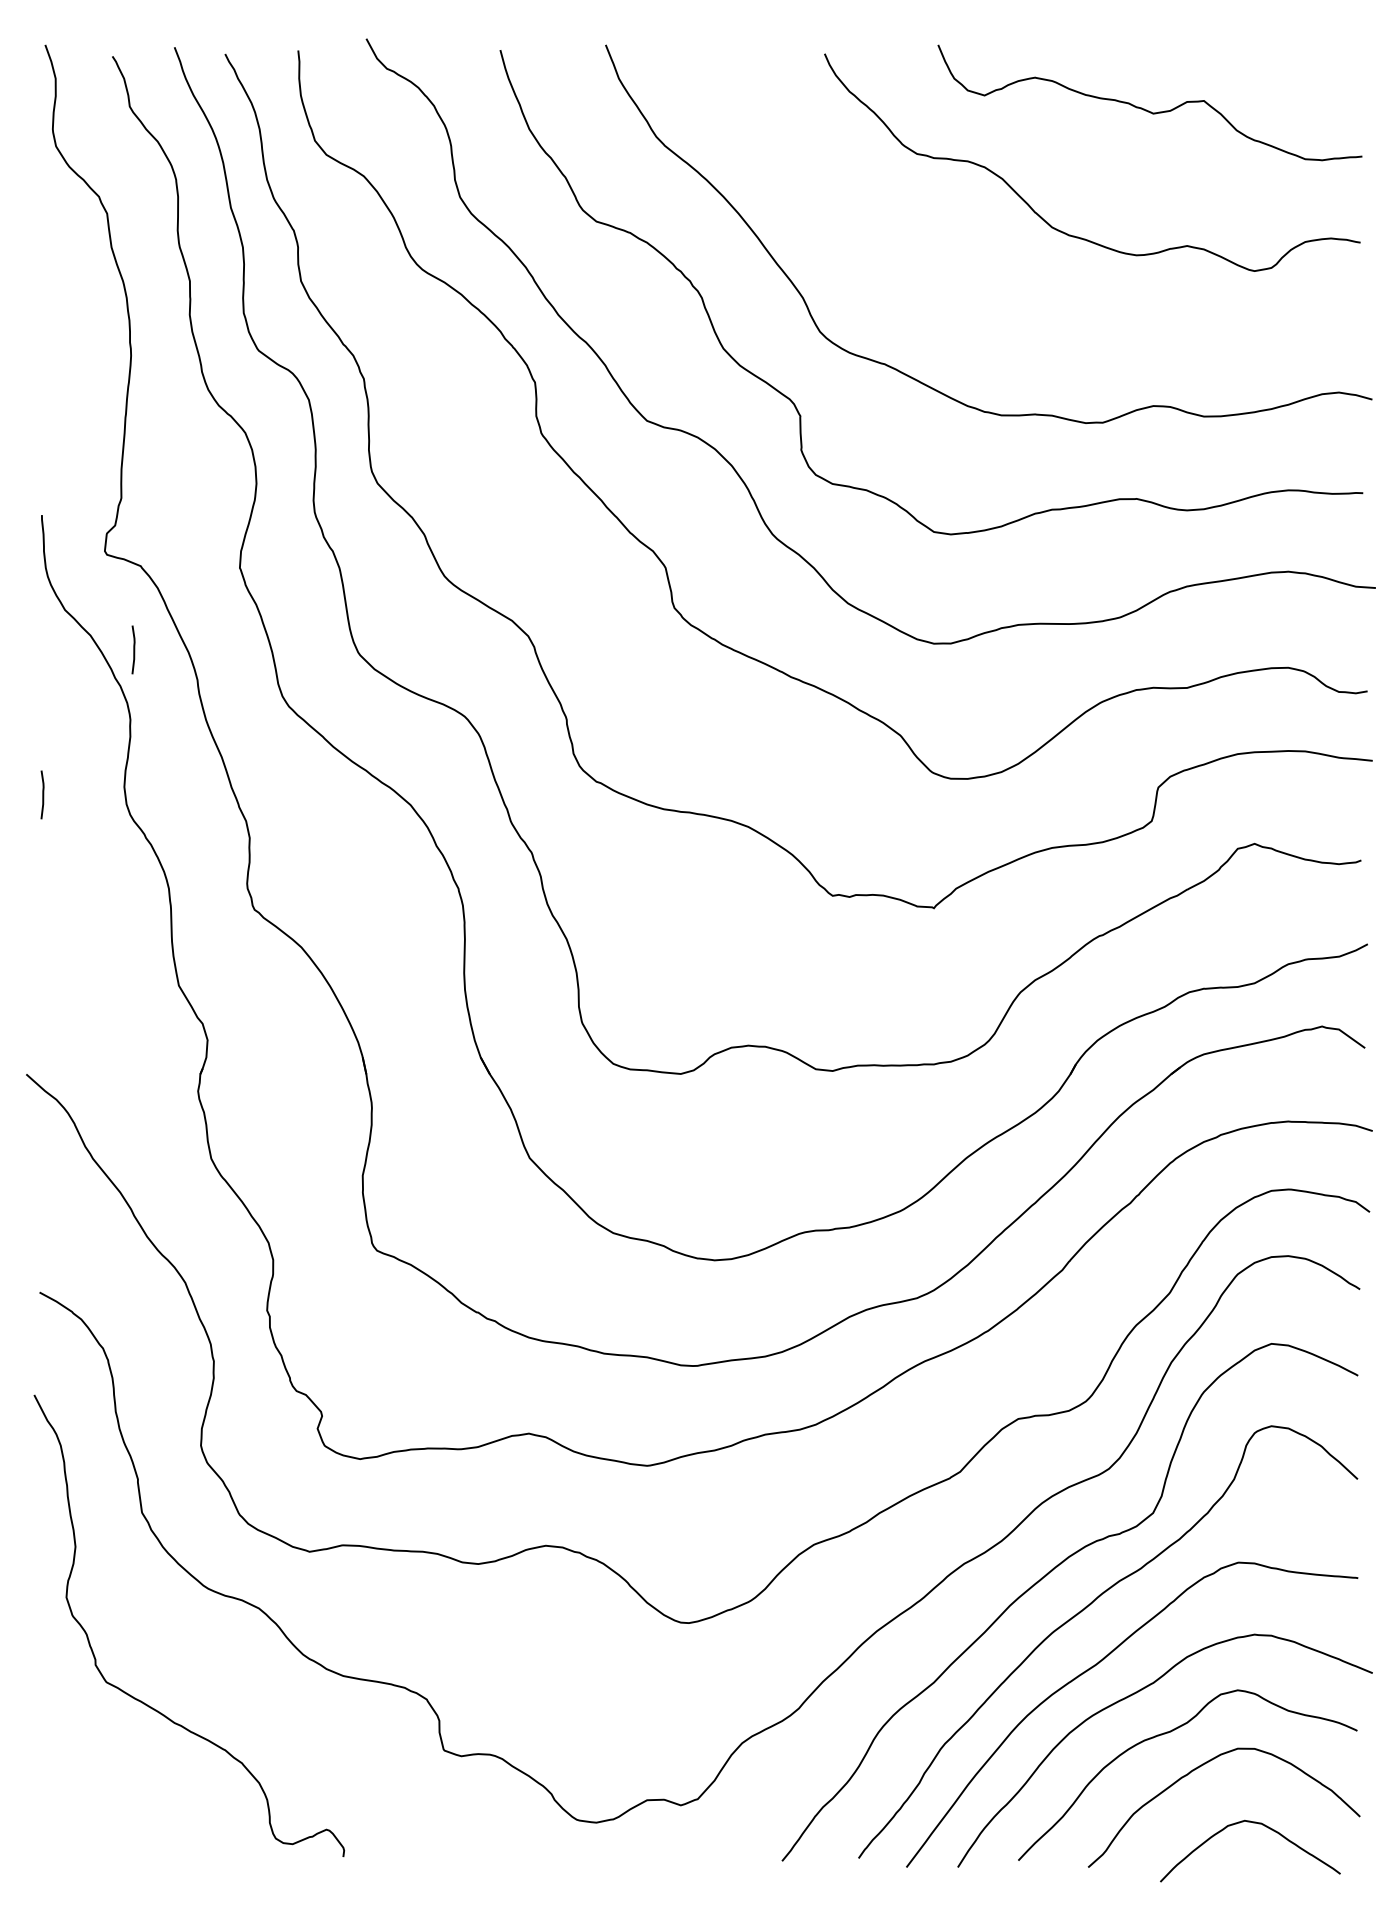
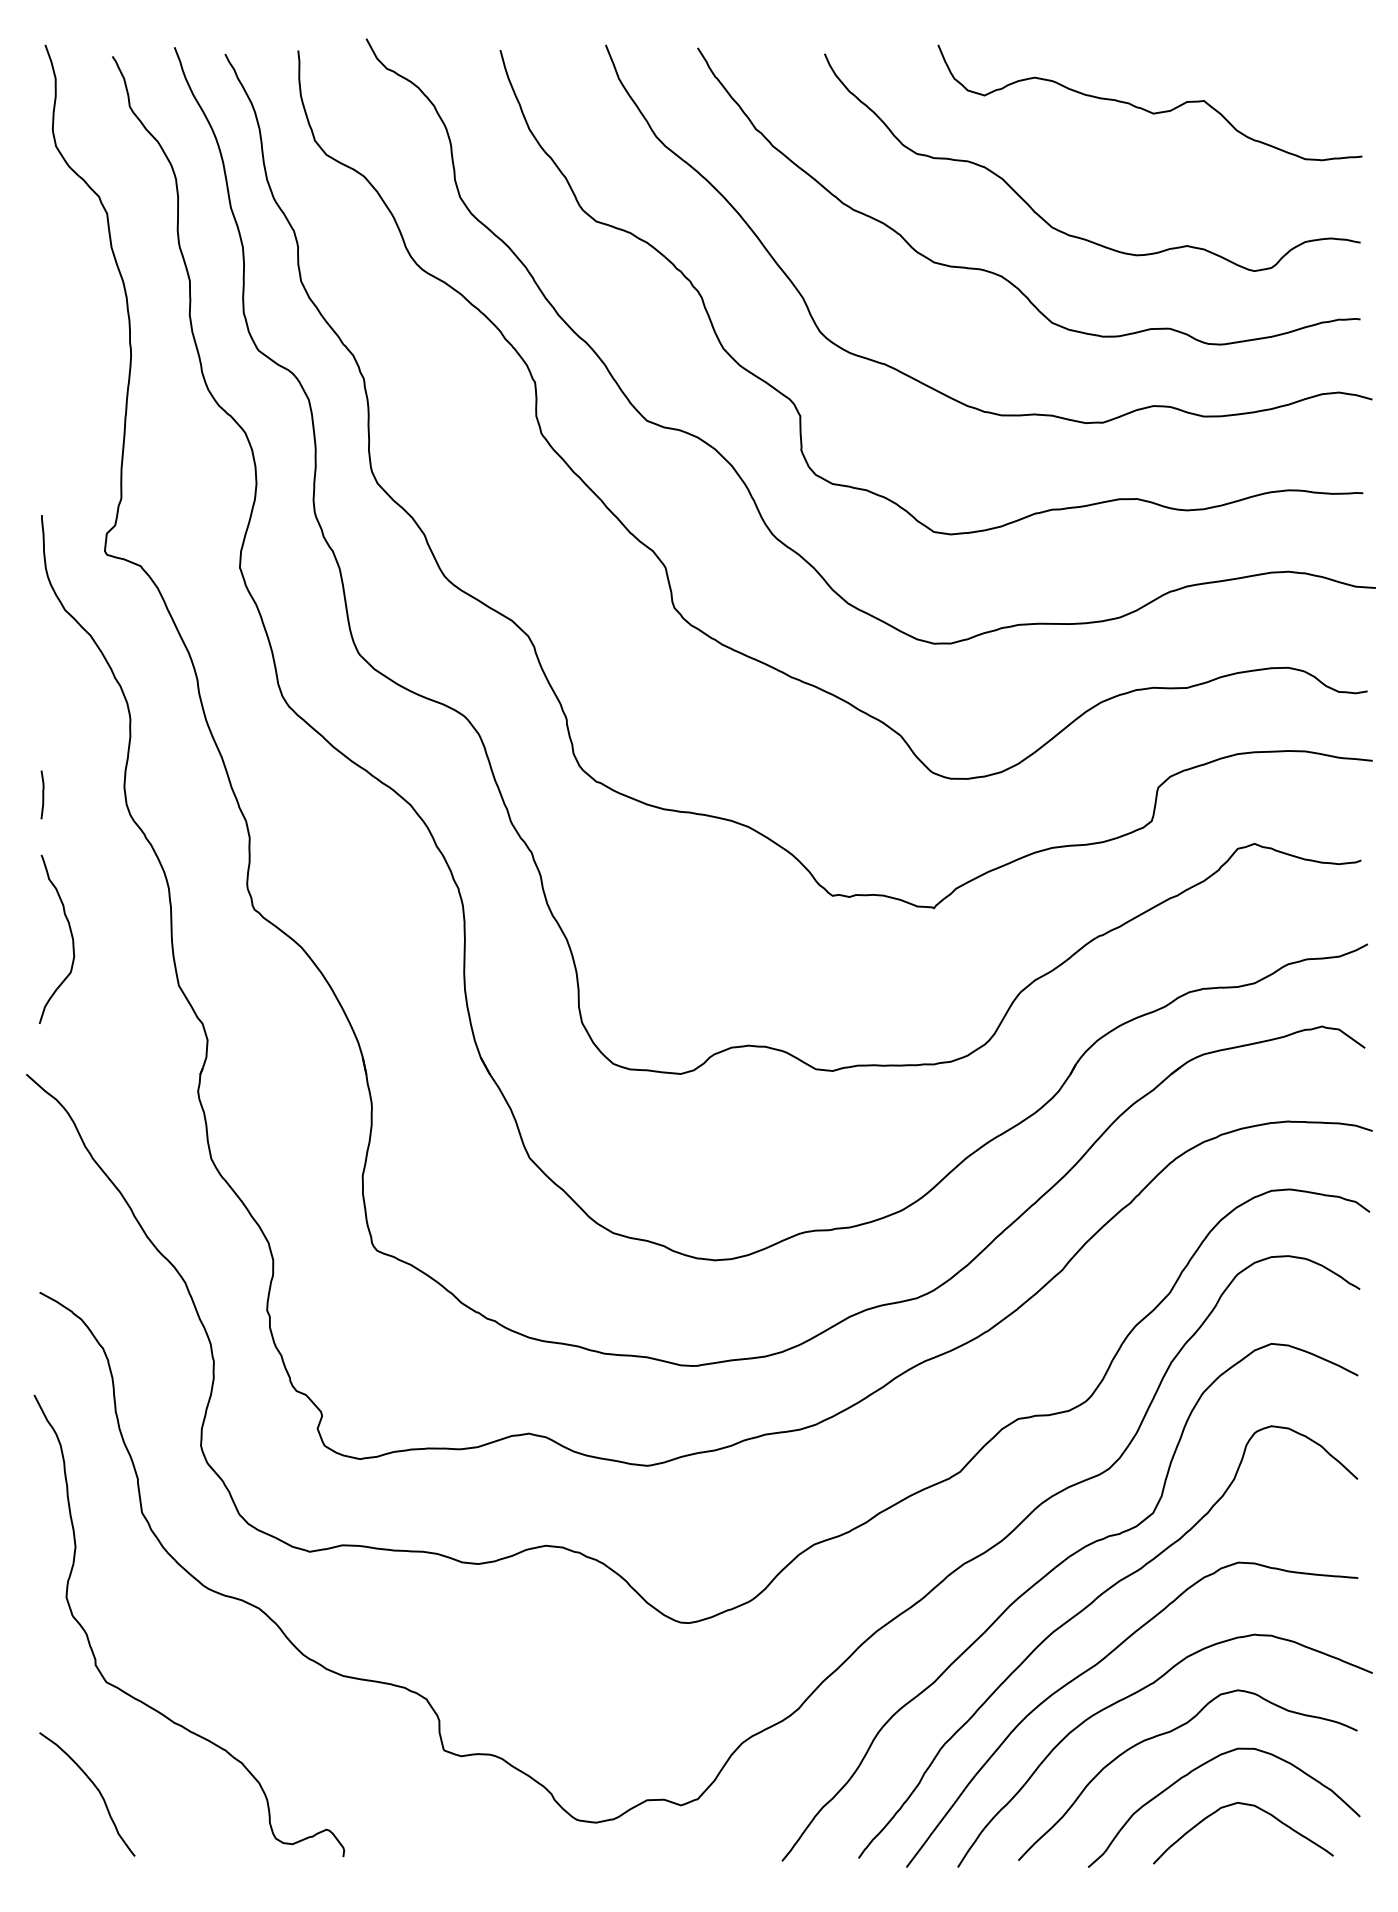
curve at (997, 273): none -> present
curve at (133, 649): present -> none
curve at (70, 934): none -> present
curve at (96, 1789): none -> present
curve at (1253, 1823) position: (1253, 1823) -> (1246, 1805)
